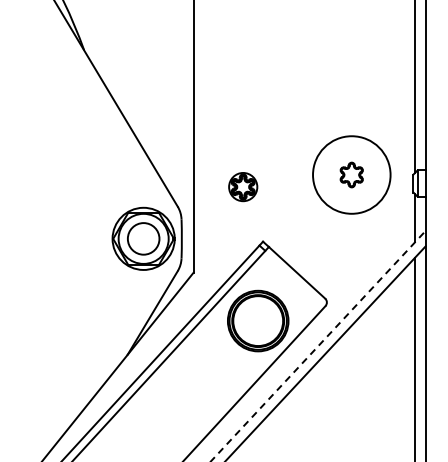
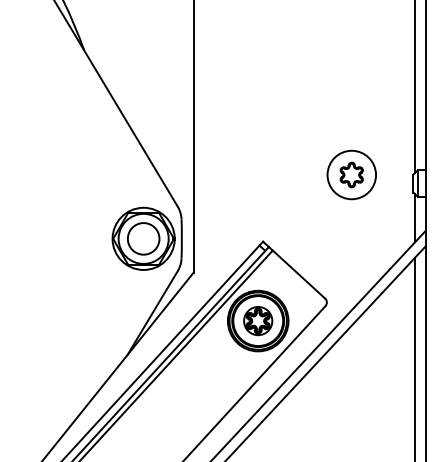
circle at (351, 174) diameter: 78 px -> 48 px
part at (243, 187) position: (243, 187) -> (258, 321)
line at (317, 346): dashed -> solid
line at (177, 354): none -> present
